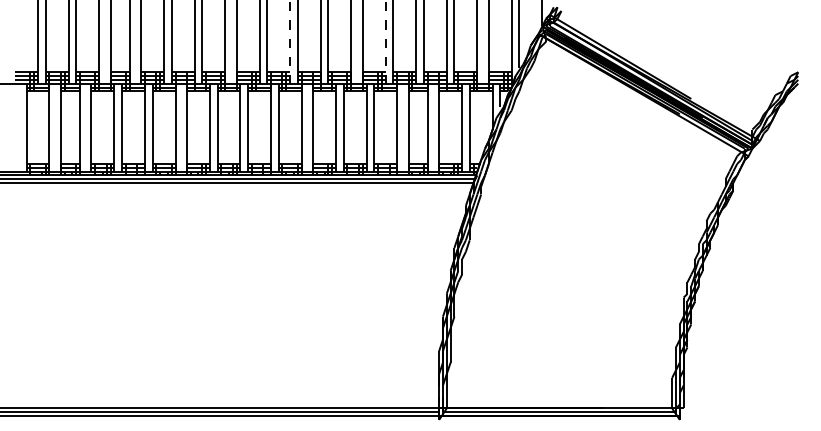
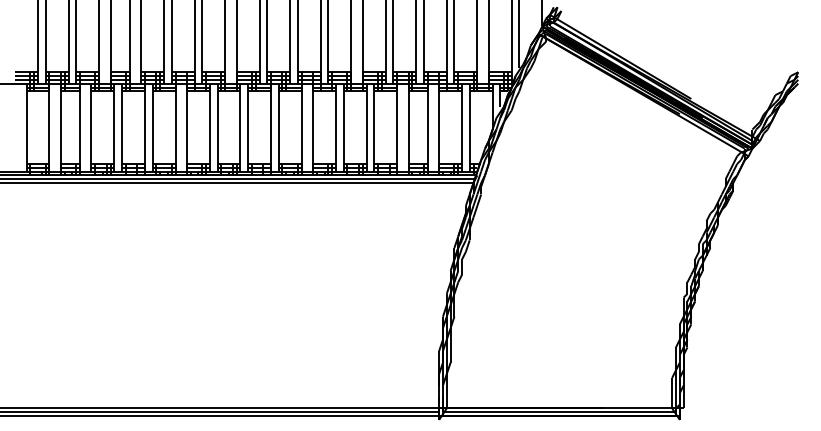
line at (290, 41): dashed -> solid
line at (385, 41): dashed -> solid
